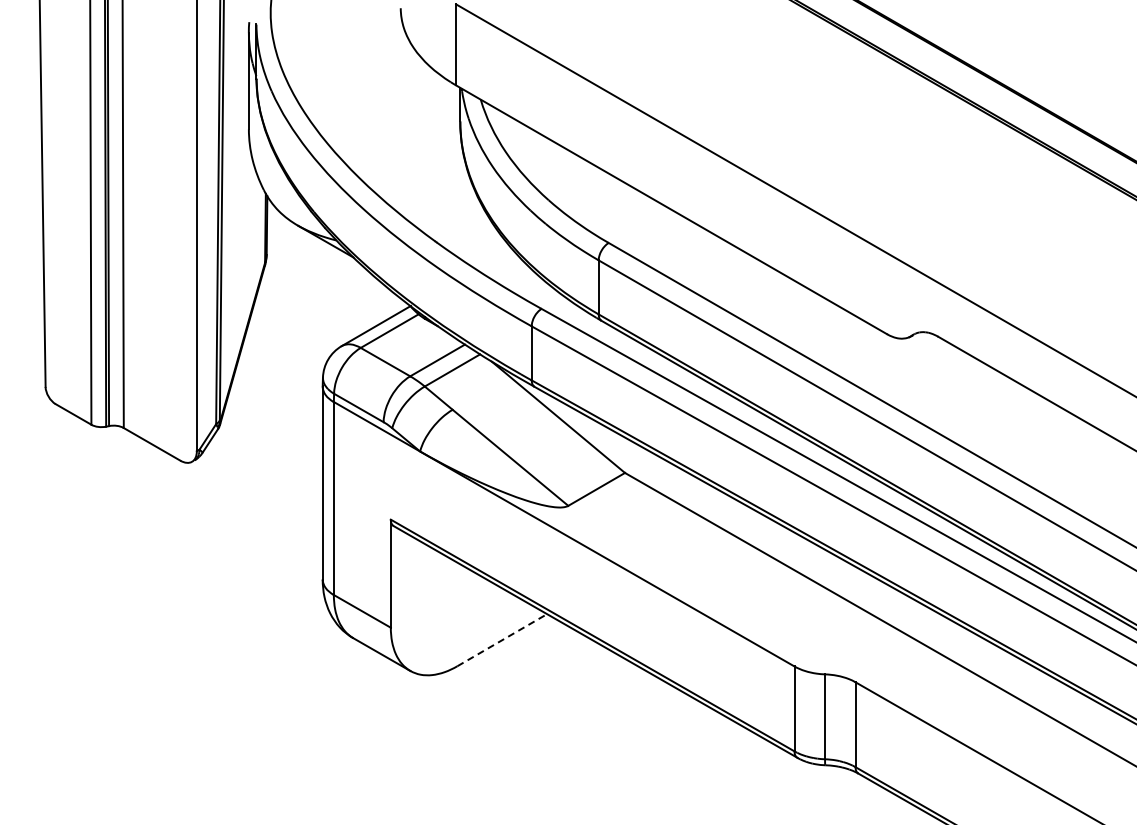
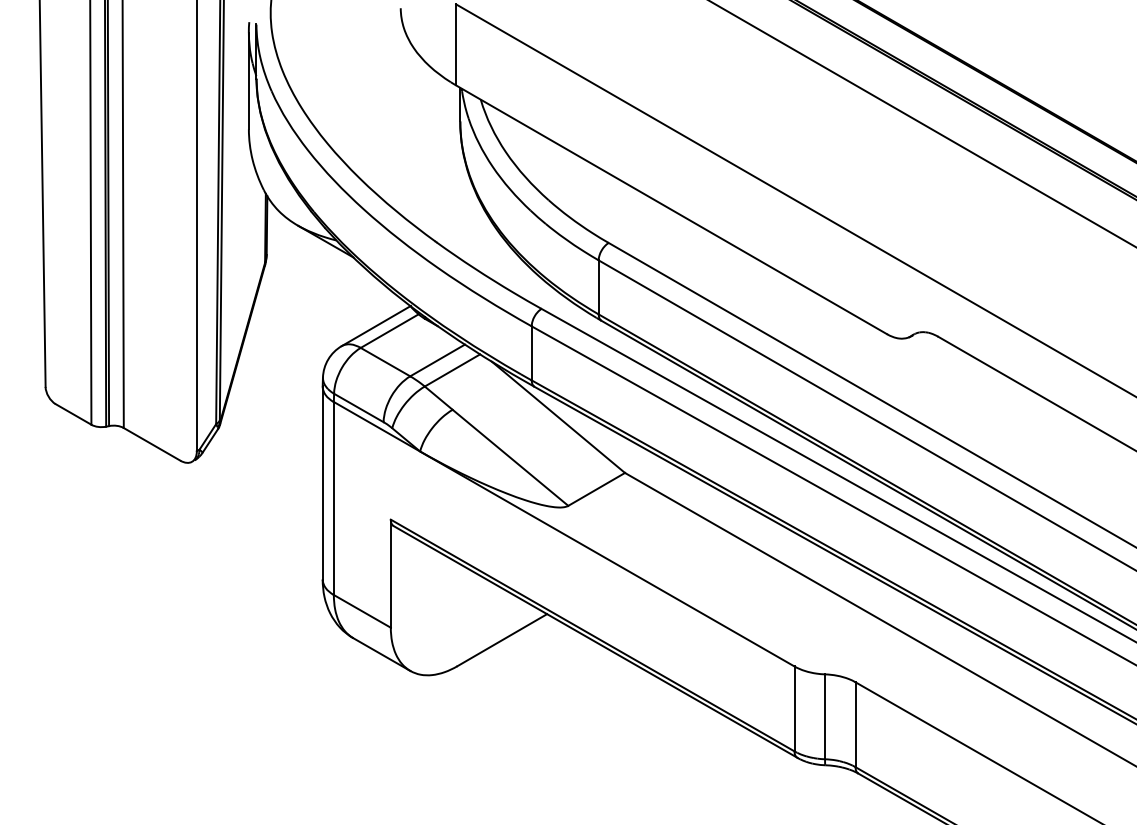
line at (922, 123): none -> present
line at (502, 640): dashed -> solid
